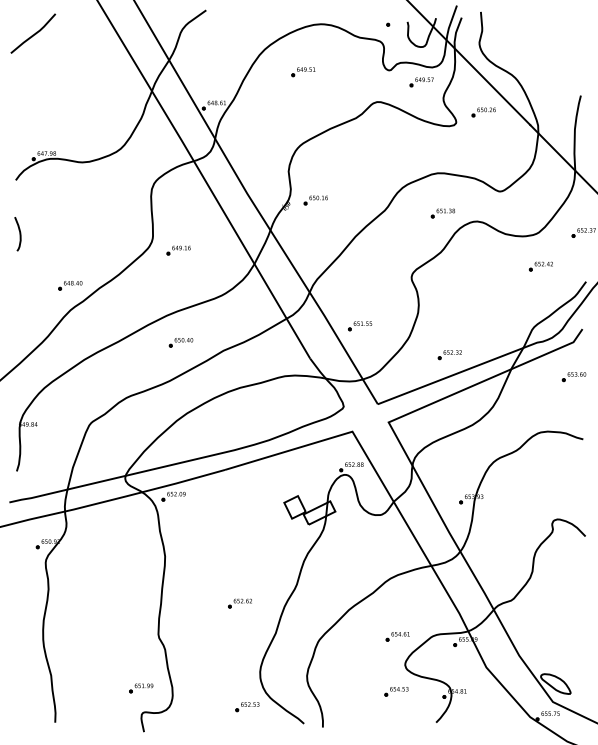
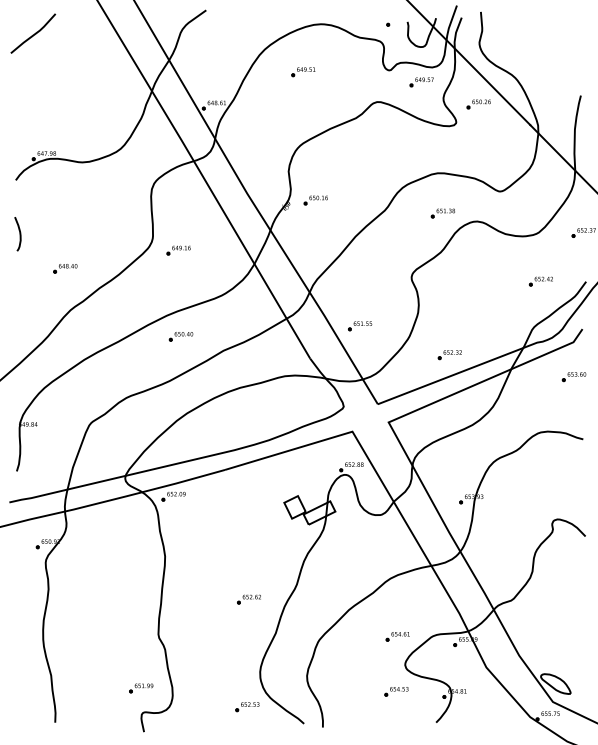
part at (483, 112) position: (483, 112) -> (478, 104)
part at (540, 266) position: (540, 266) -> (540, 281)
part at (70, 285) position: (70, 285) -> (65, 268)
part at (180, 342) position: (180, 342) -> (180, 336)
part at (239, 603) position: (239, 603) -> (248, 599)
